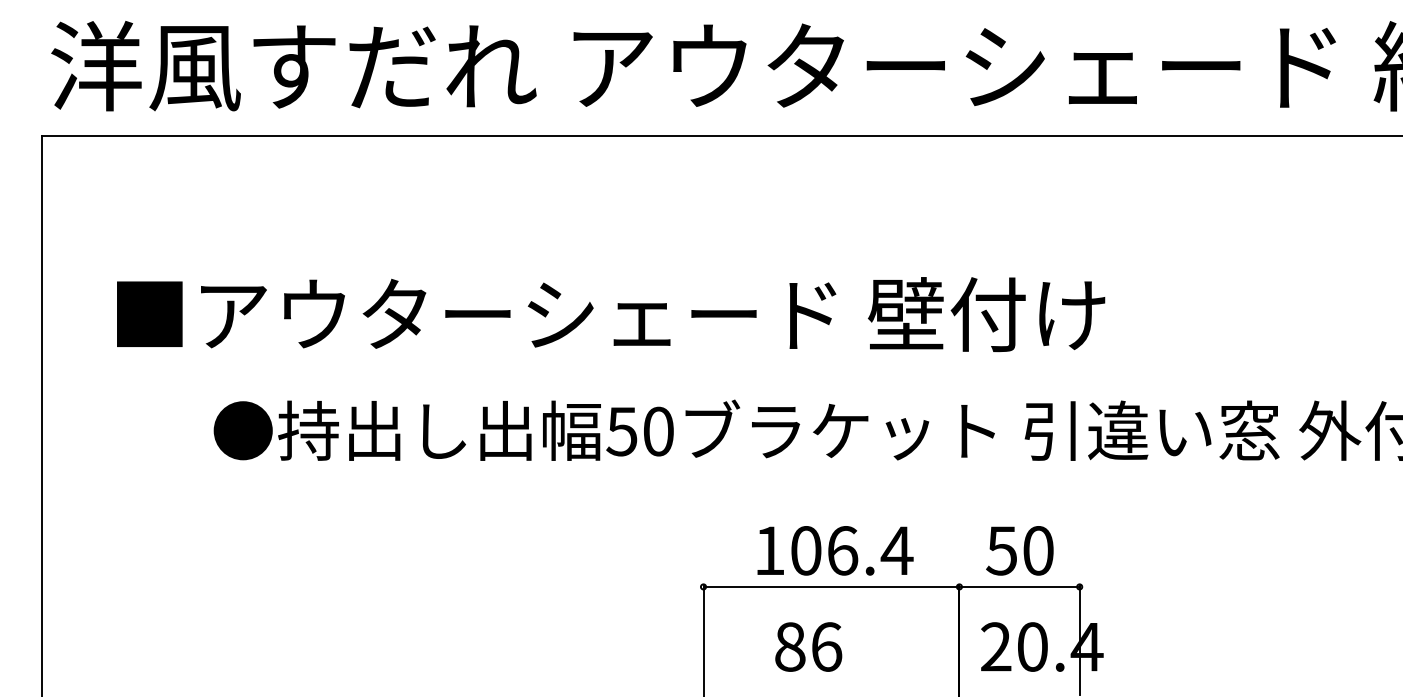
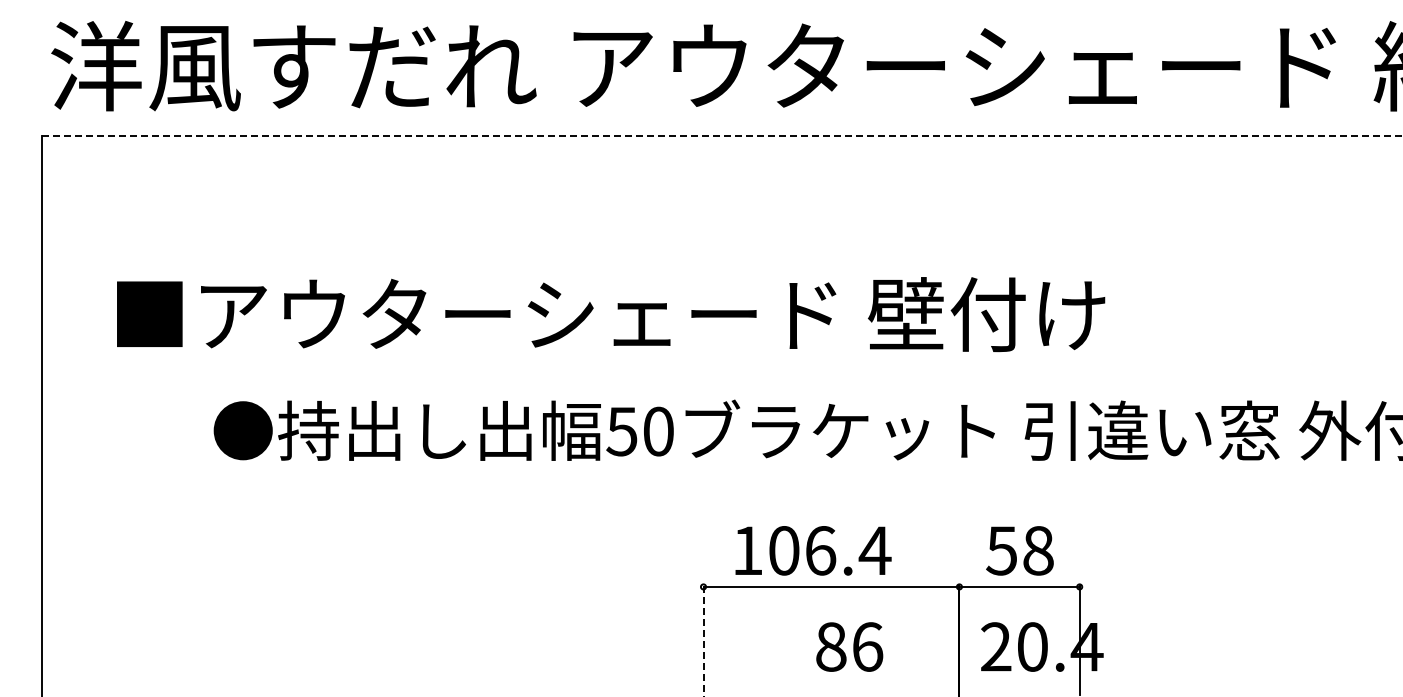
line at (722, 135): solid -> dashed
text at (835, 550) position: (835, 550) -> (813, 550)
text at (1038, 550): 50 -> 58
line at (703, 640): solid -> dashed
text at (808, 646) position: (808, 646) -> (849, 646)
